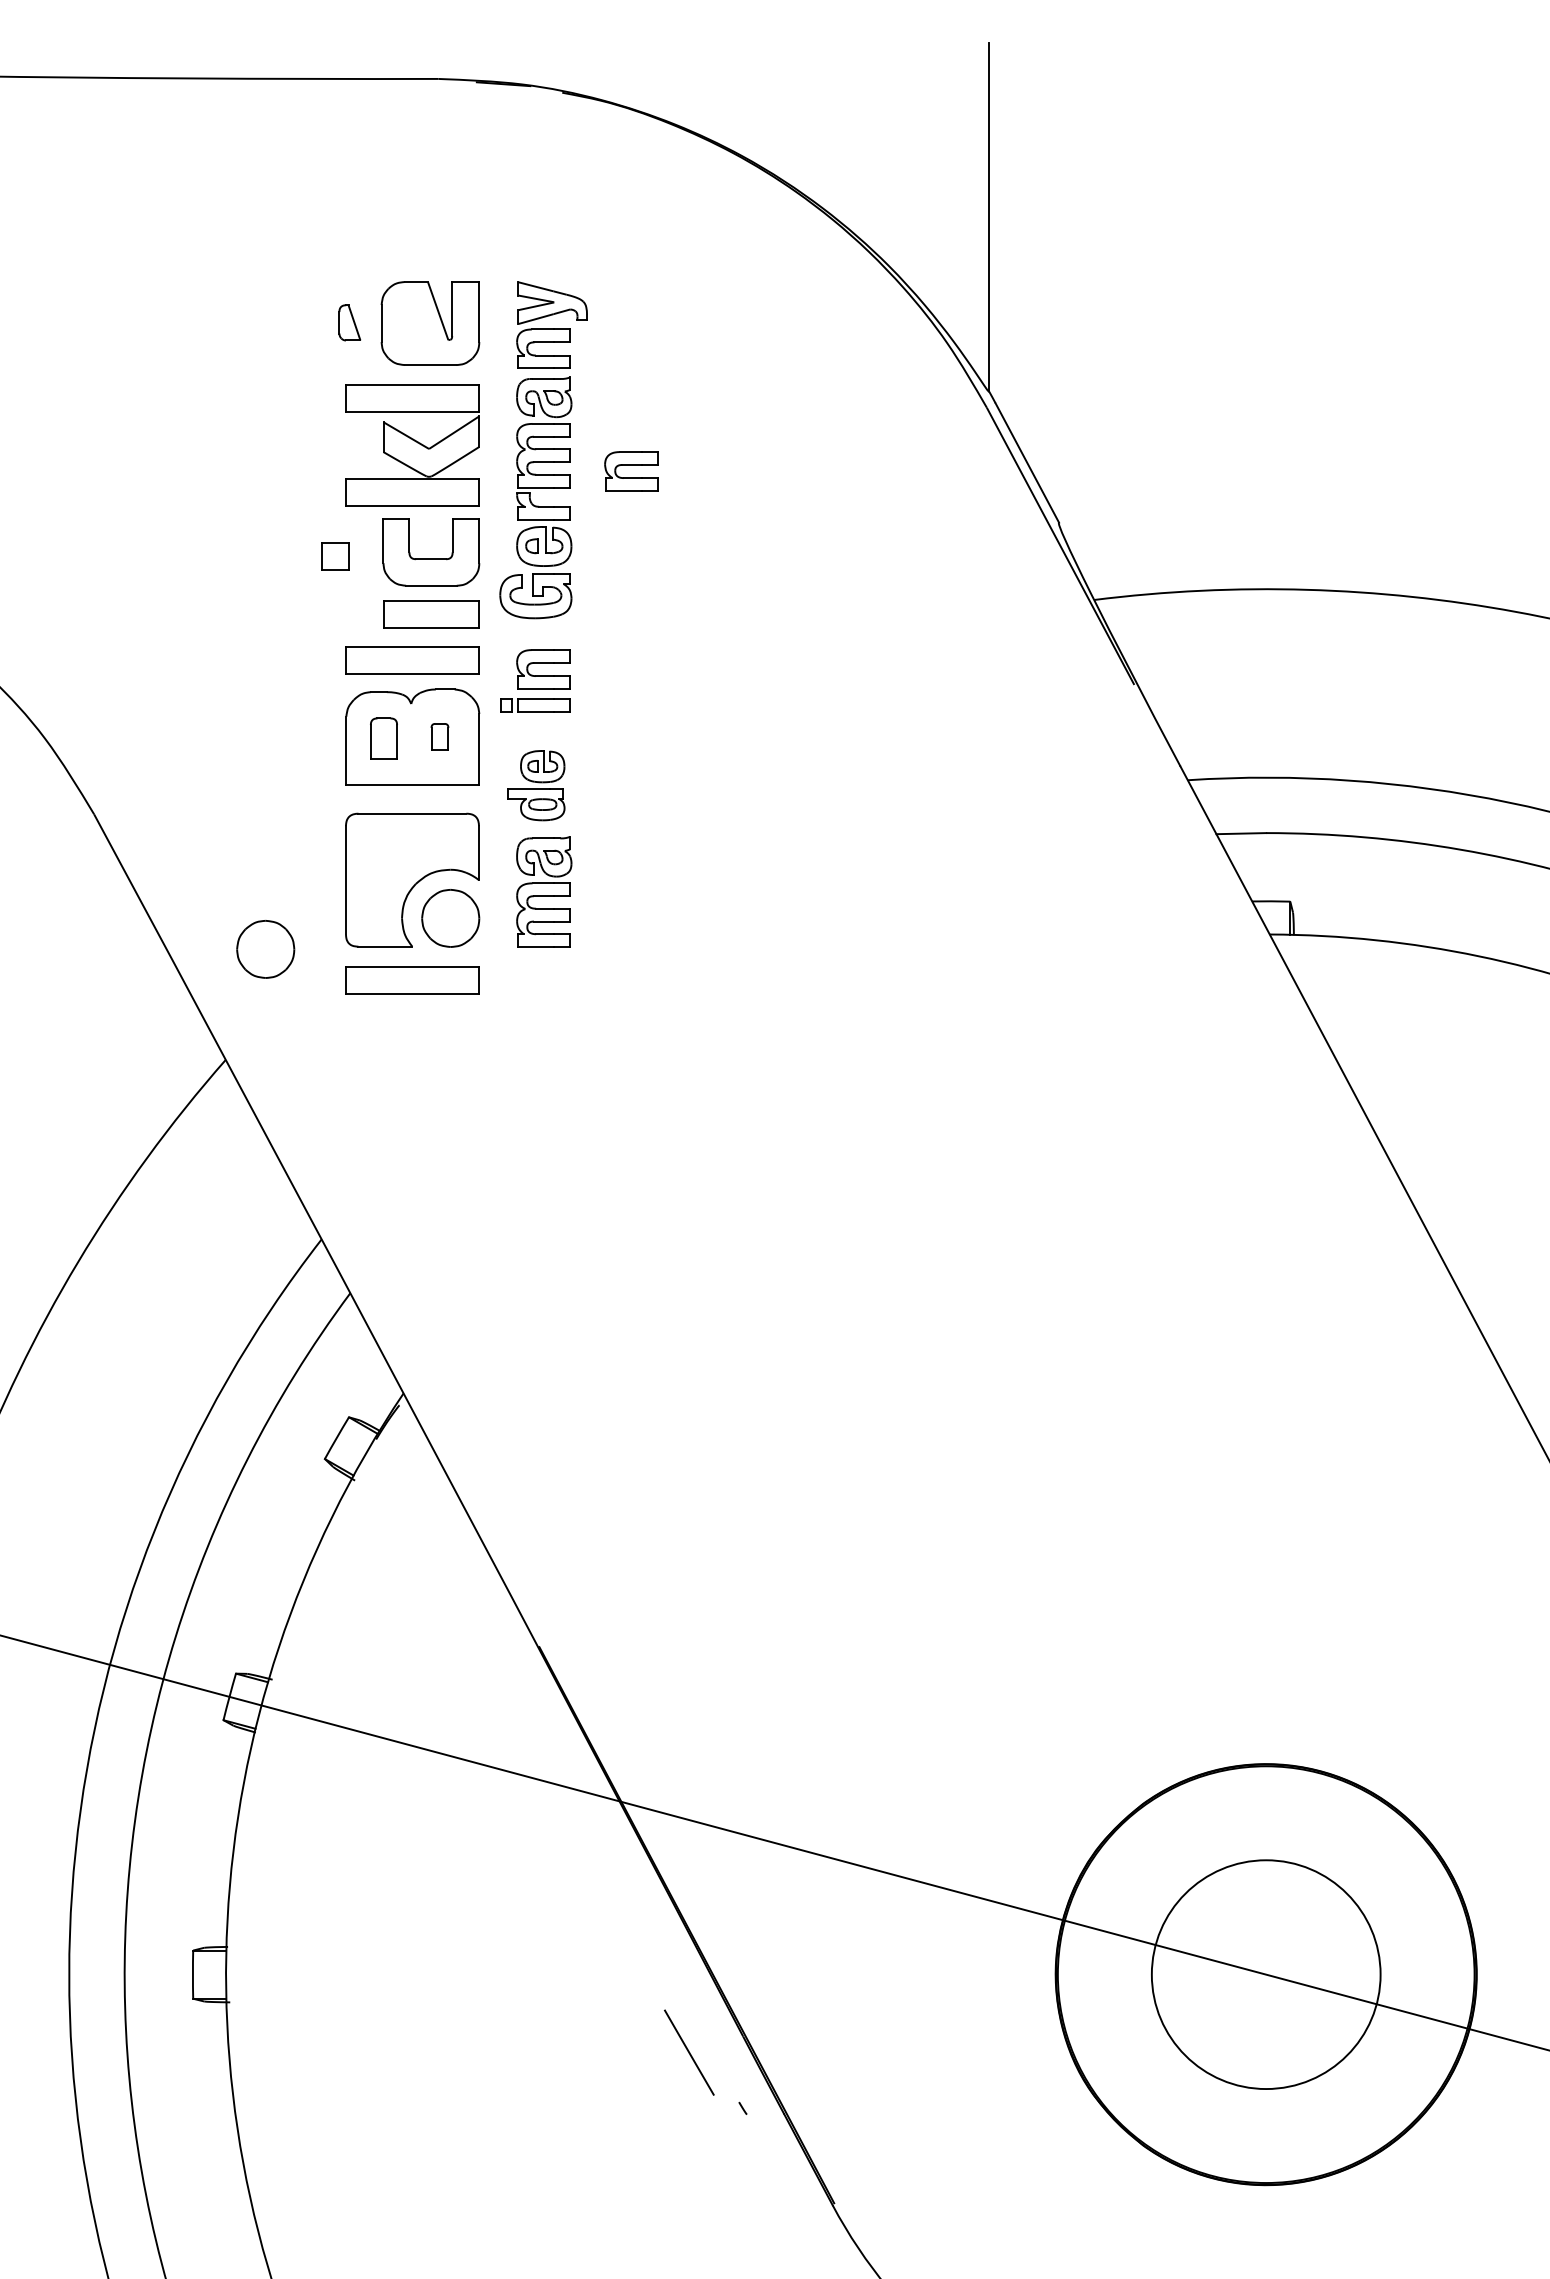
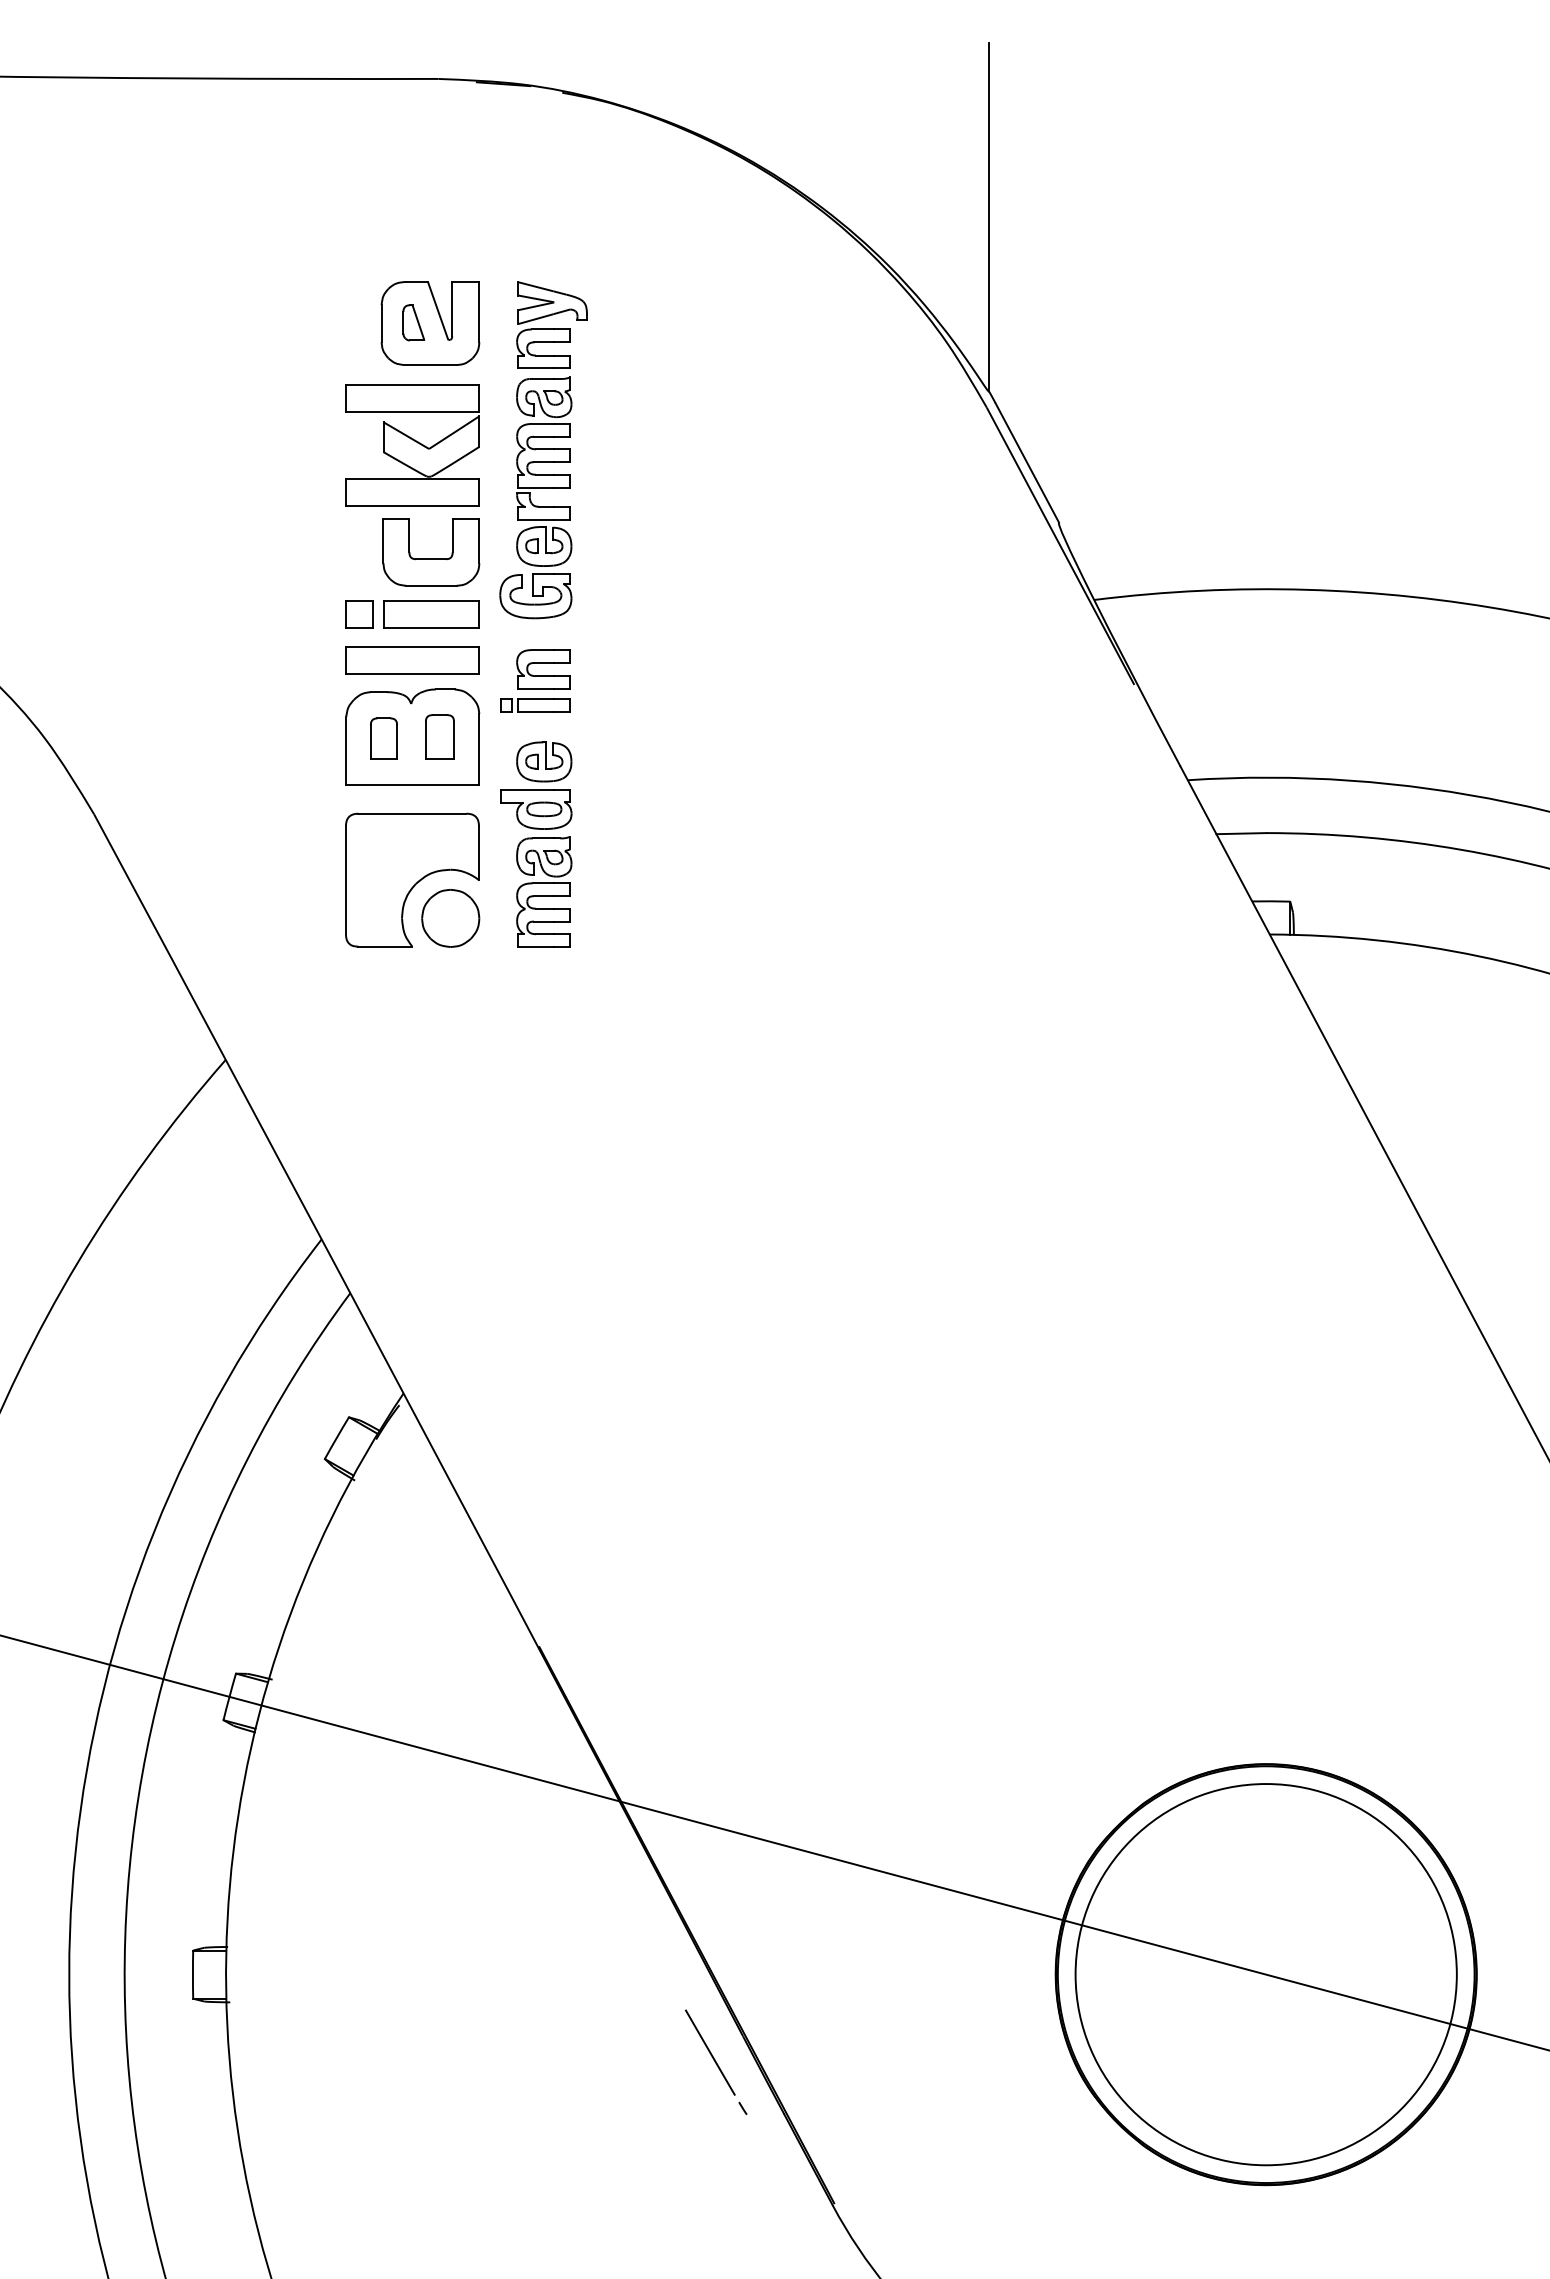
part at (349, 322) position: (349, 322) -> (413, 322)
part at (631, 471): present -> none
part at (335, 556) position: (335, 556) -> (359, 614)
part at (439, 736) size: 20x28 px -> 30x46 px
part at (536, 785) size: 59x72 px -> 73x89 px
part at (265, 949): present -> none
part at (412, 980): present -> none
circle at (1265, 1974) diameter: 229 px -> 381 px
line at (689, 2052) position: (689, 2052) -> (710, 2052)
